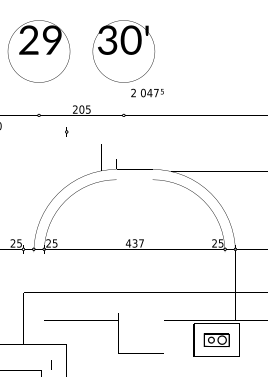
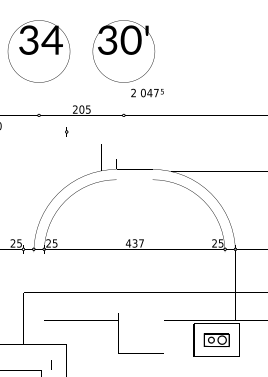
text at (40, 39): 29 -> 34
